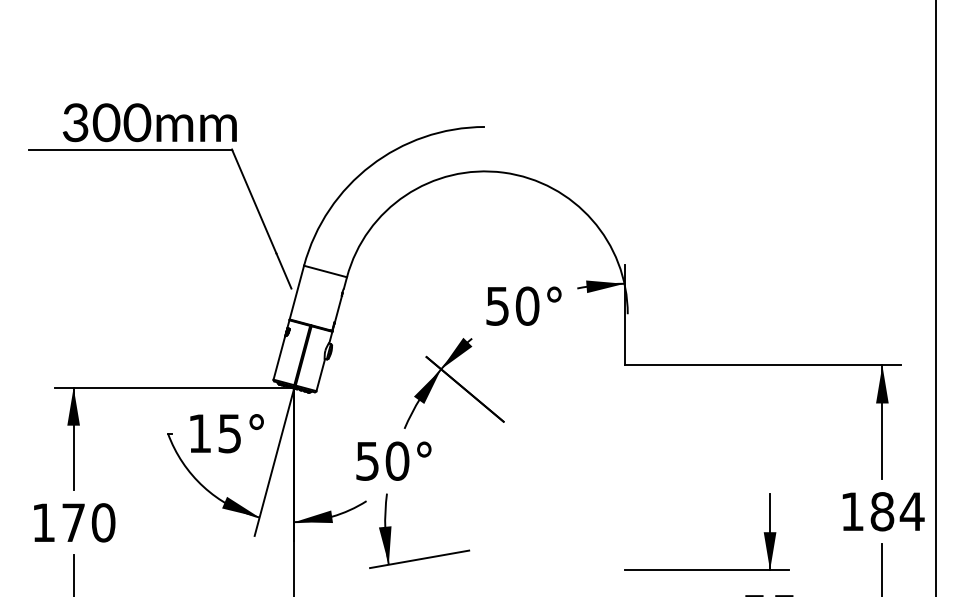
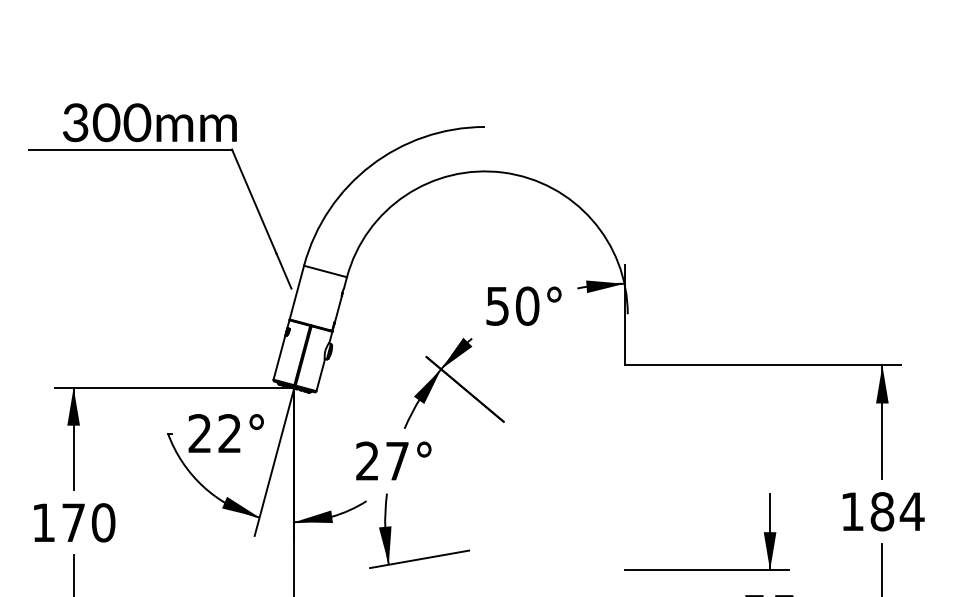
line at (936, 297): present -> none
text at (214, 433): 15° -> 22°
text at (382, 460): 50° -> 27°
